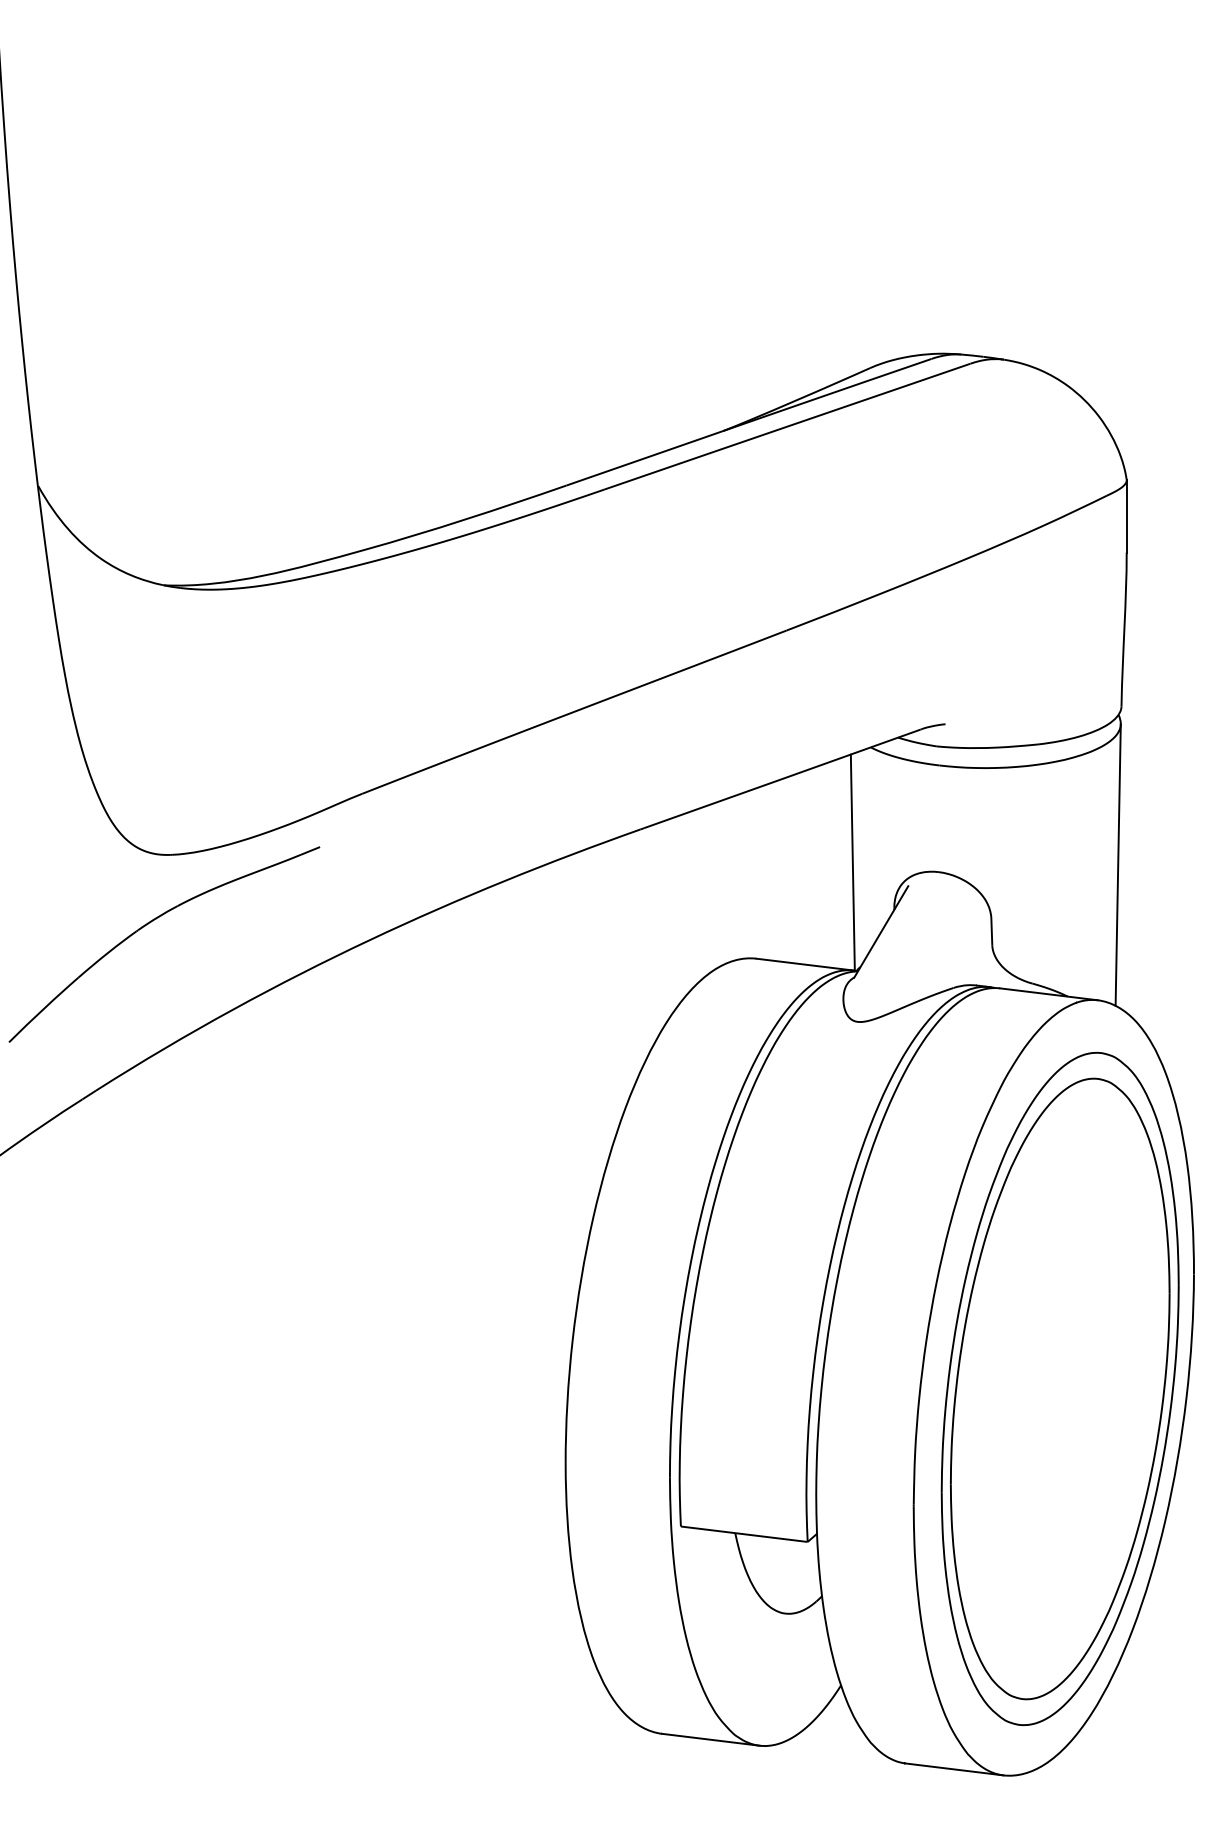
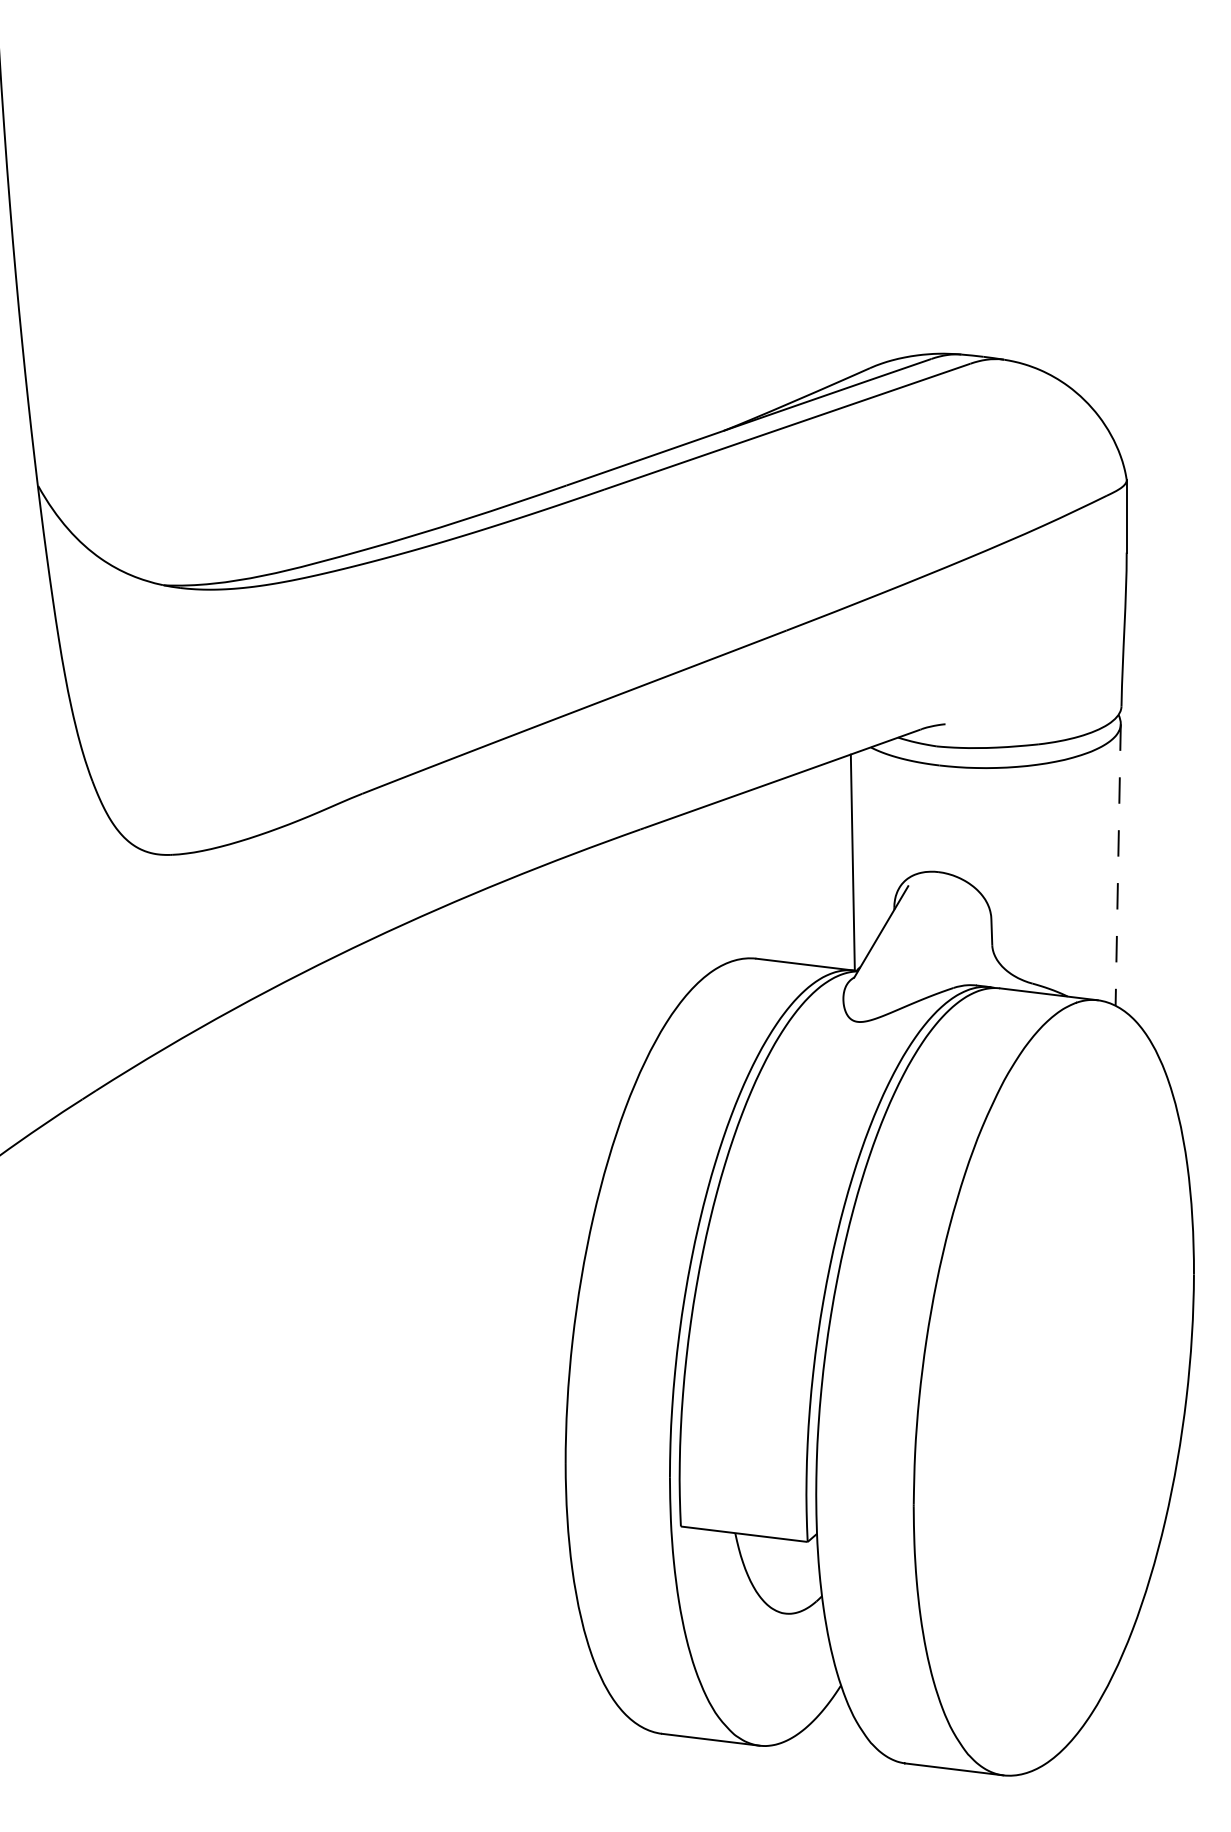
line at (1118, 865): solid -> dashed
part at (150, 923): present -> none
part at (1059, 1388): present -> none
